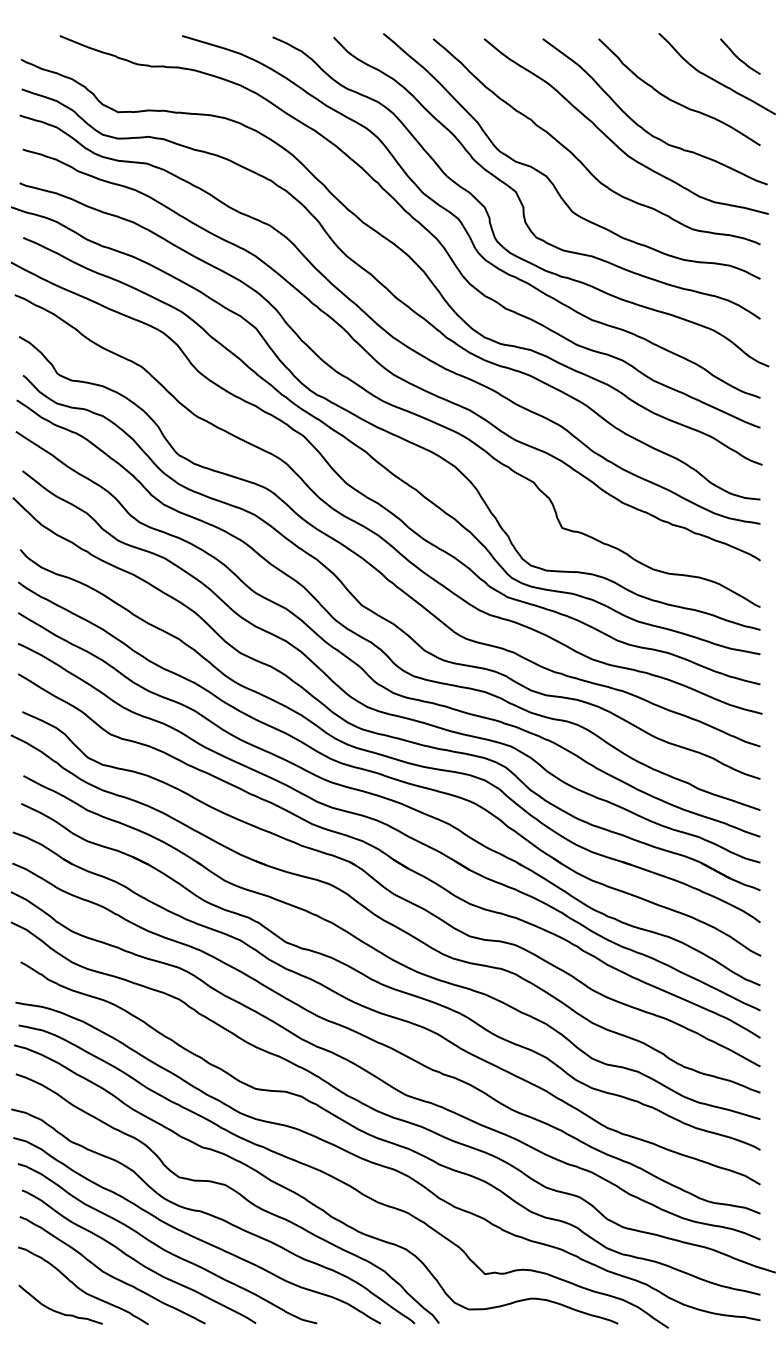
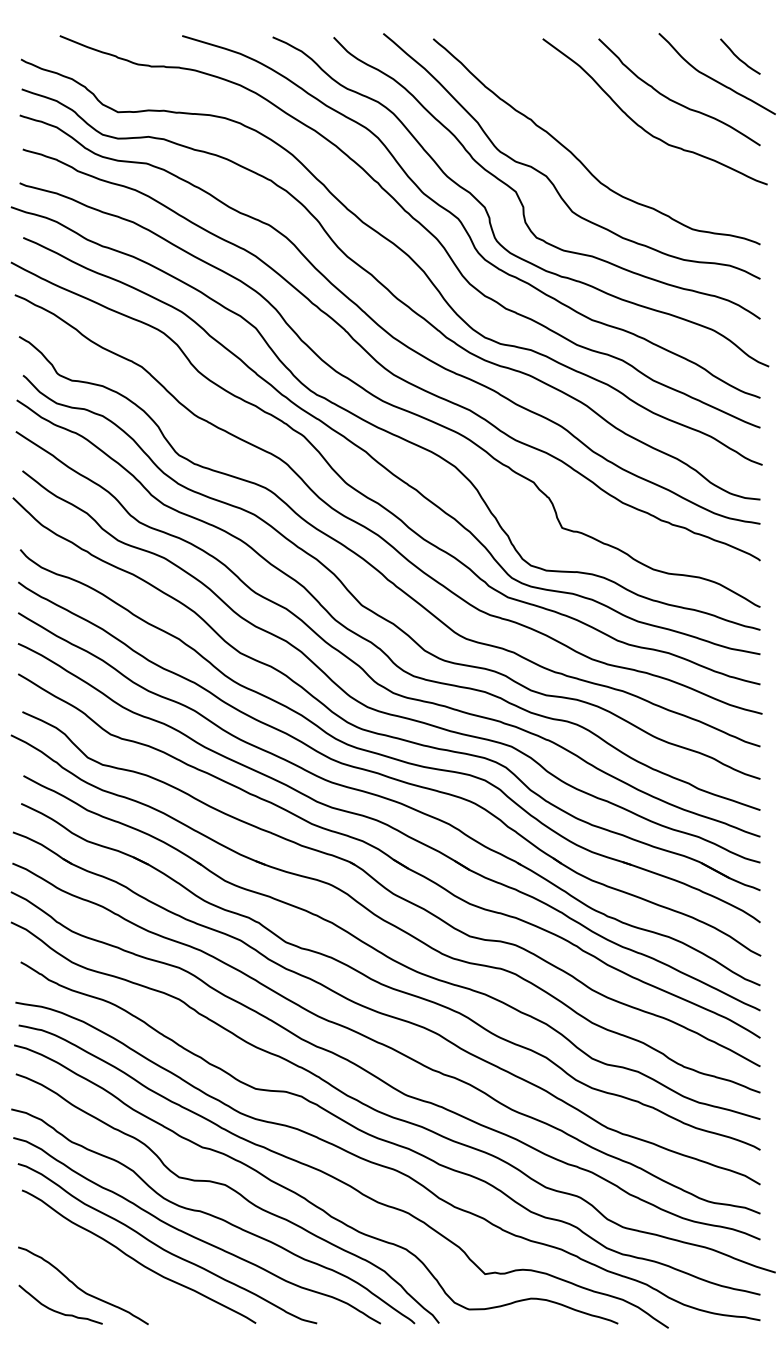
curve at (611, 139): present -> none
curve at (110, 1274): present -> none
